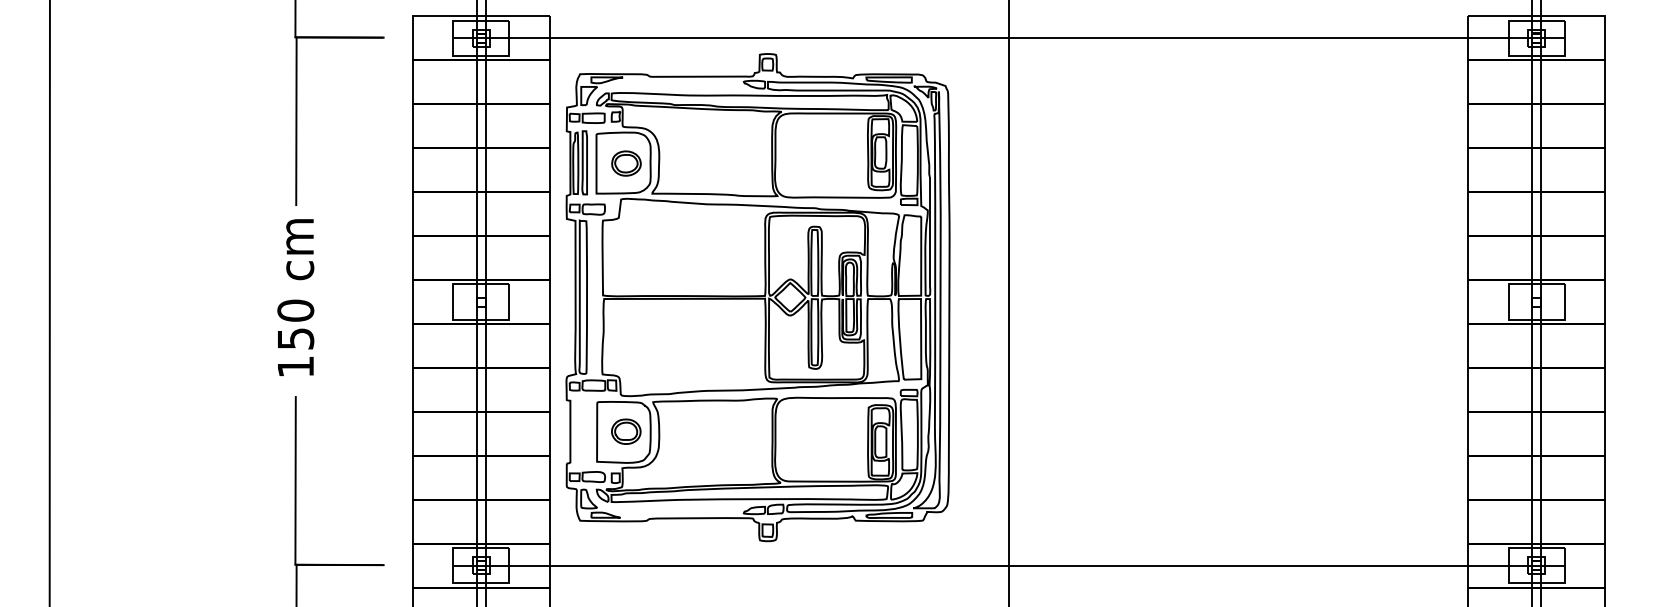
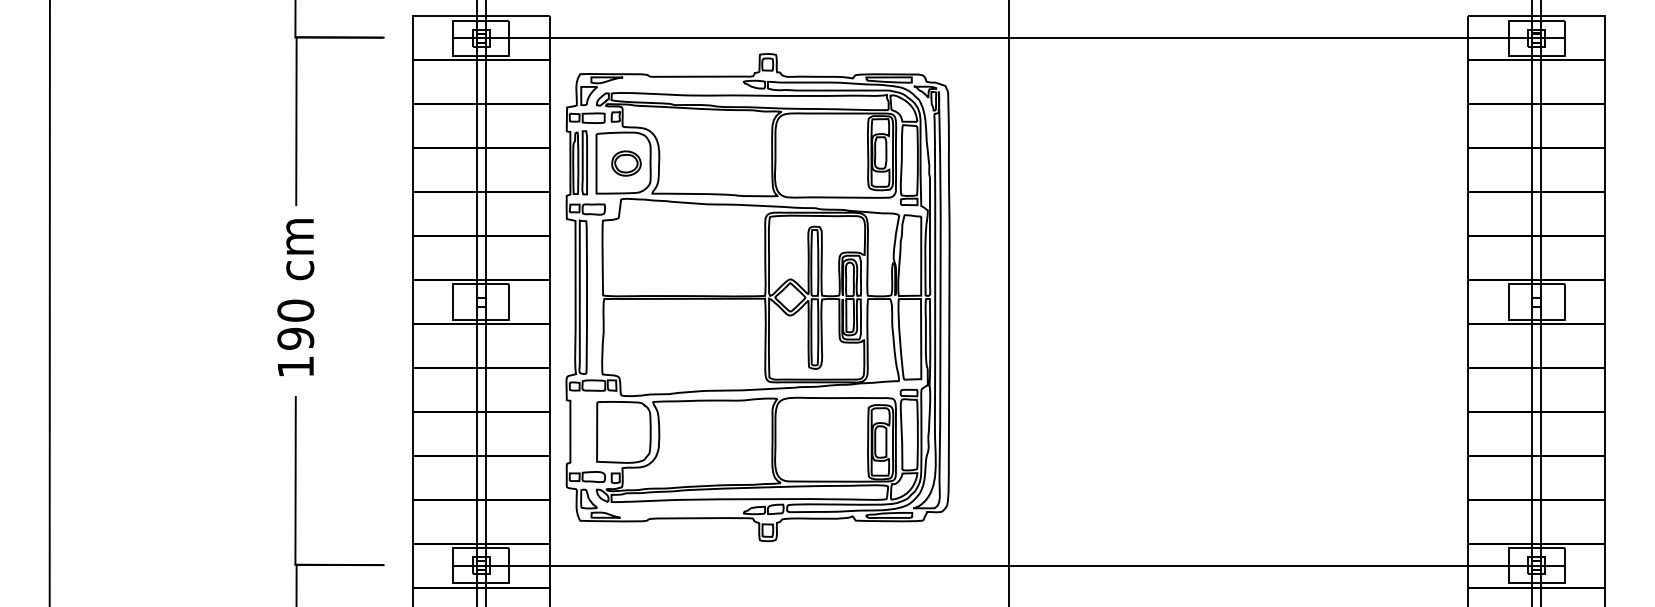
text at (295, 338): 150 -> 190
part at (626, 431): present -> none
